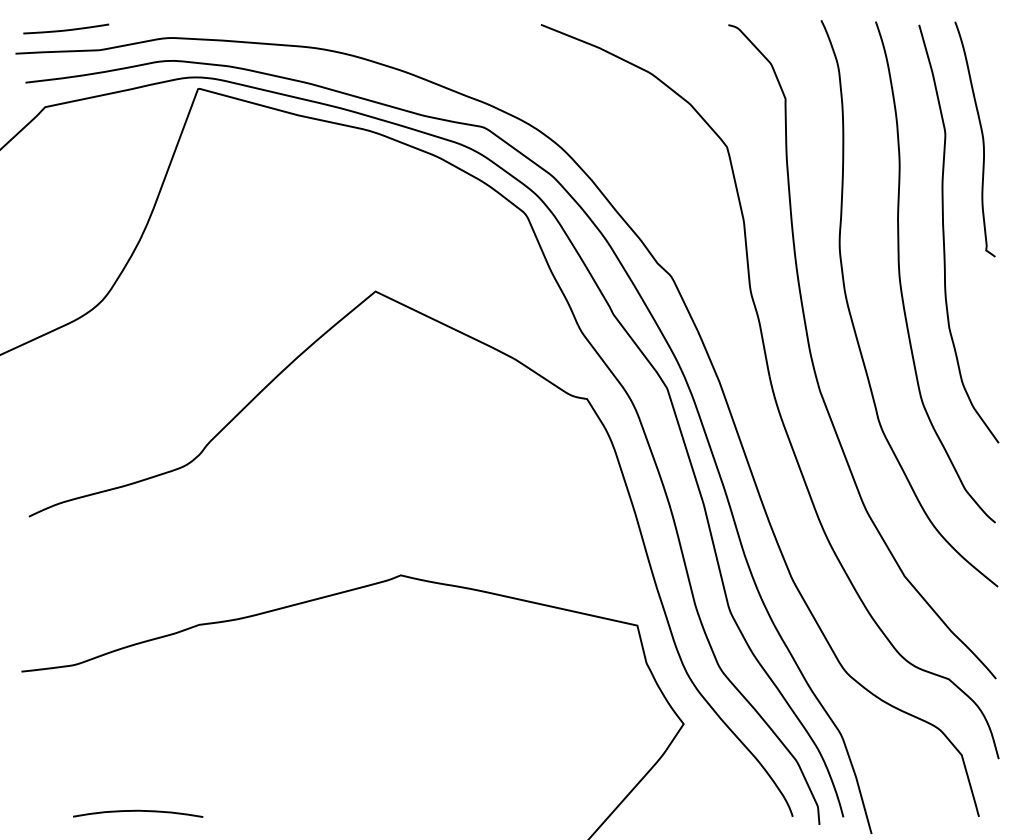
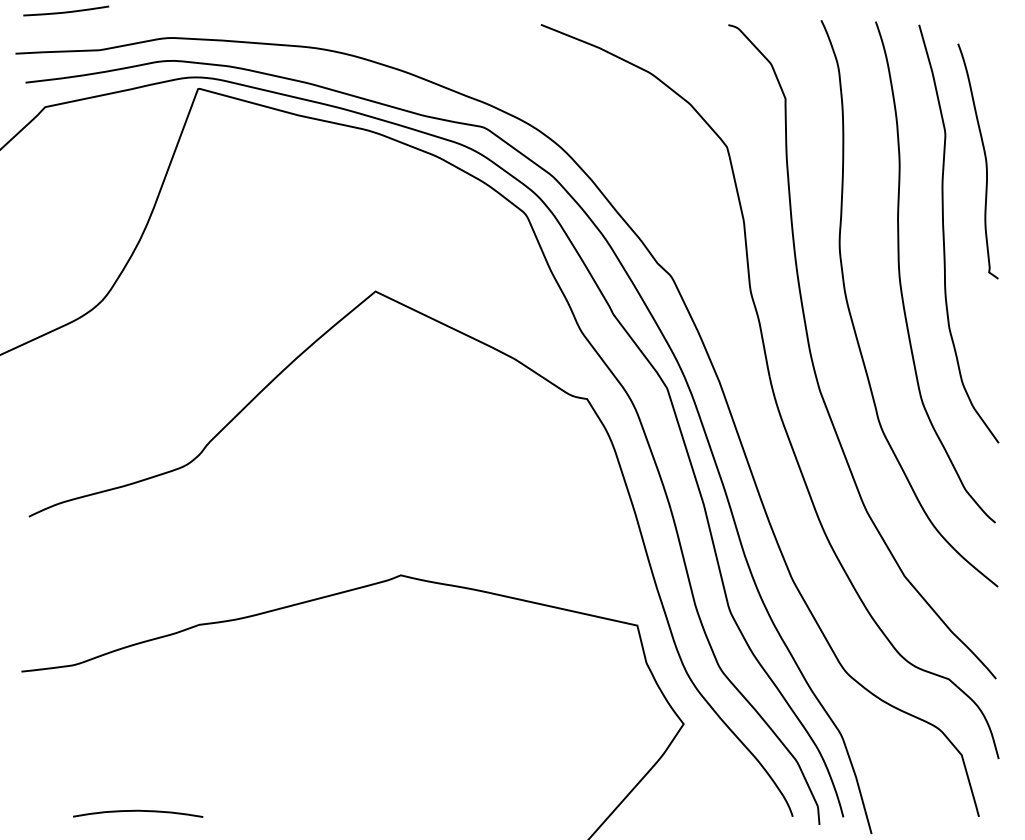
curve at (66, 29) position: (66, 29) -> (66, 11)
curve at (982, 139) position: (982, 139) -> (985, 161)
